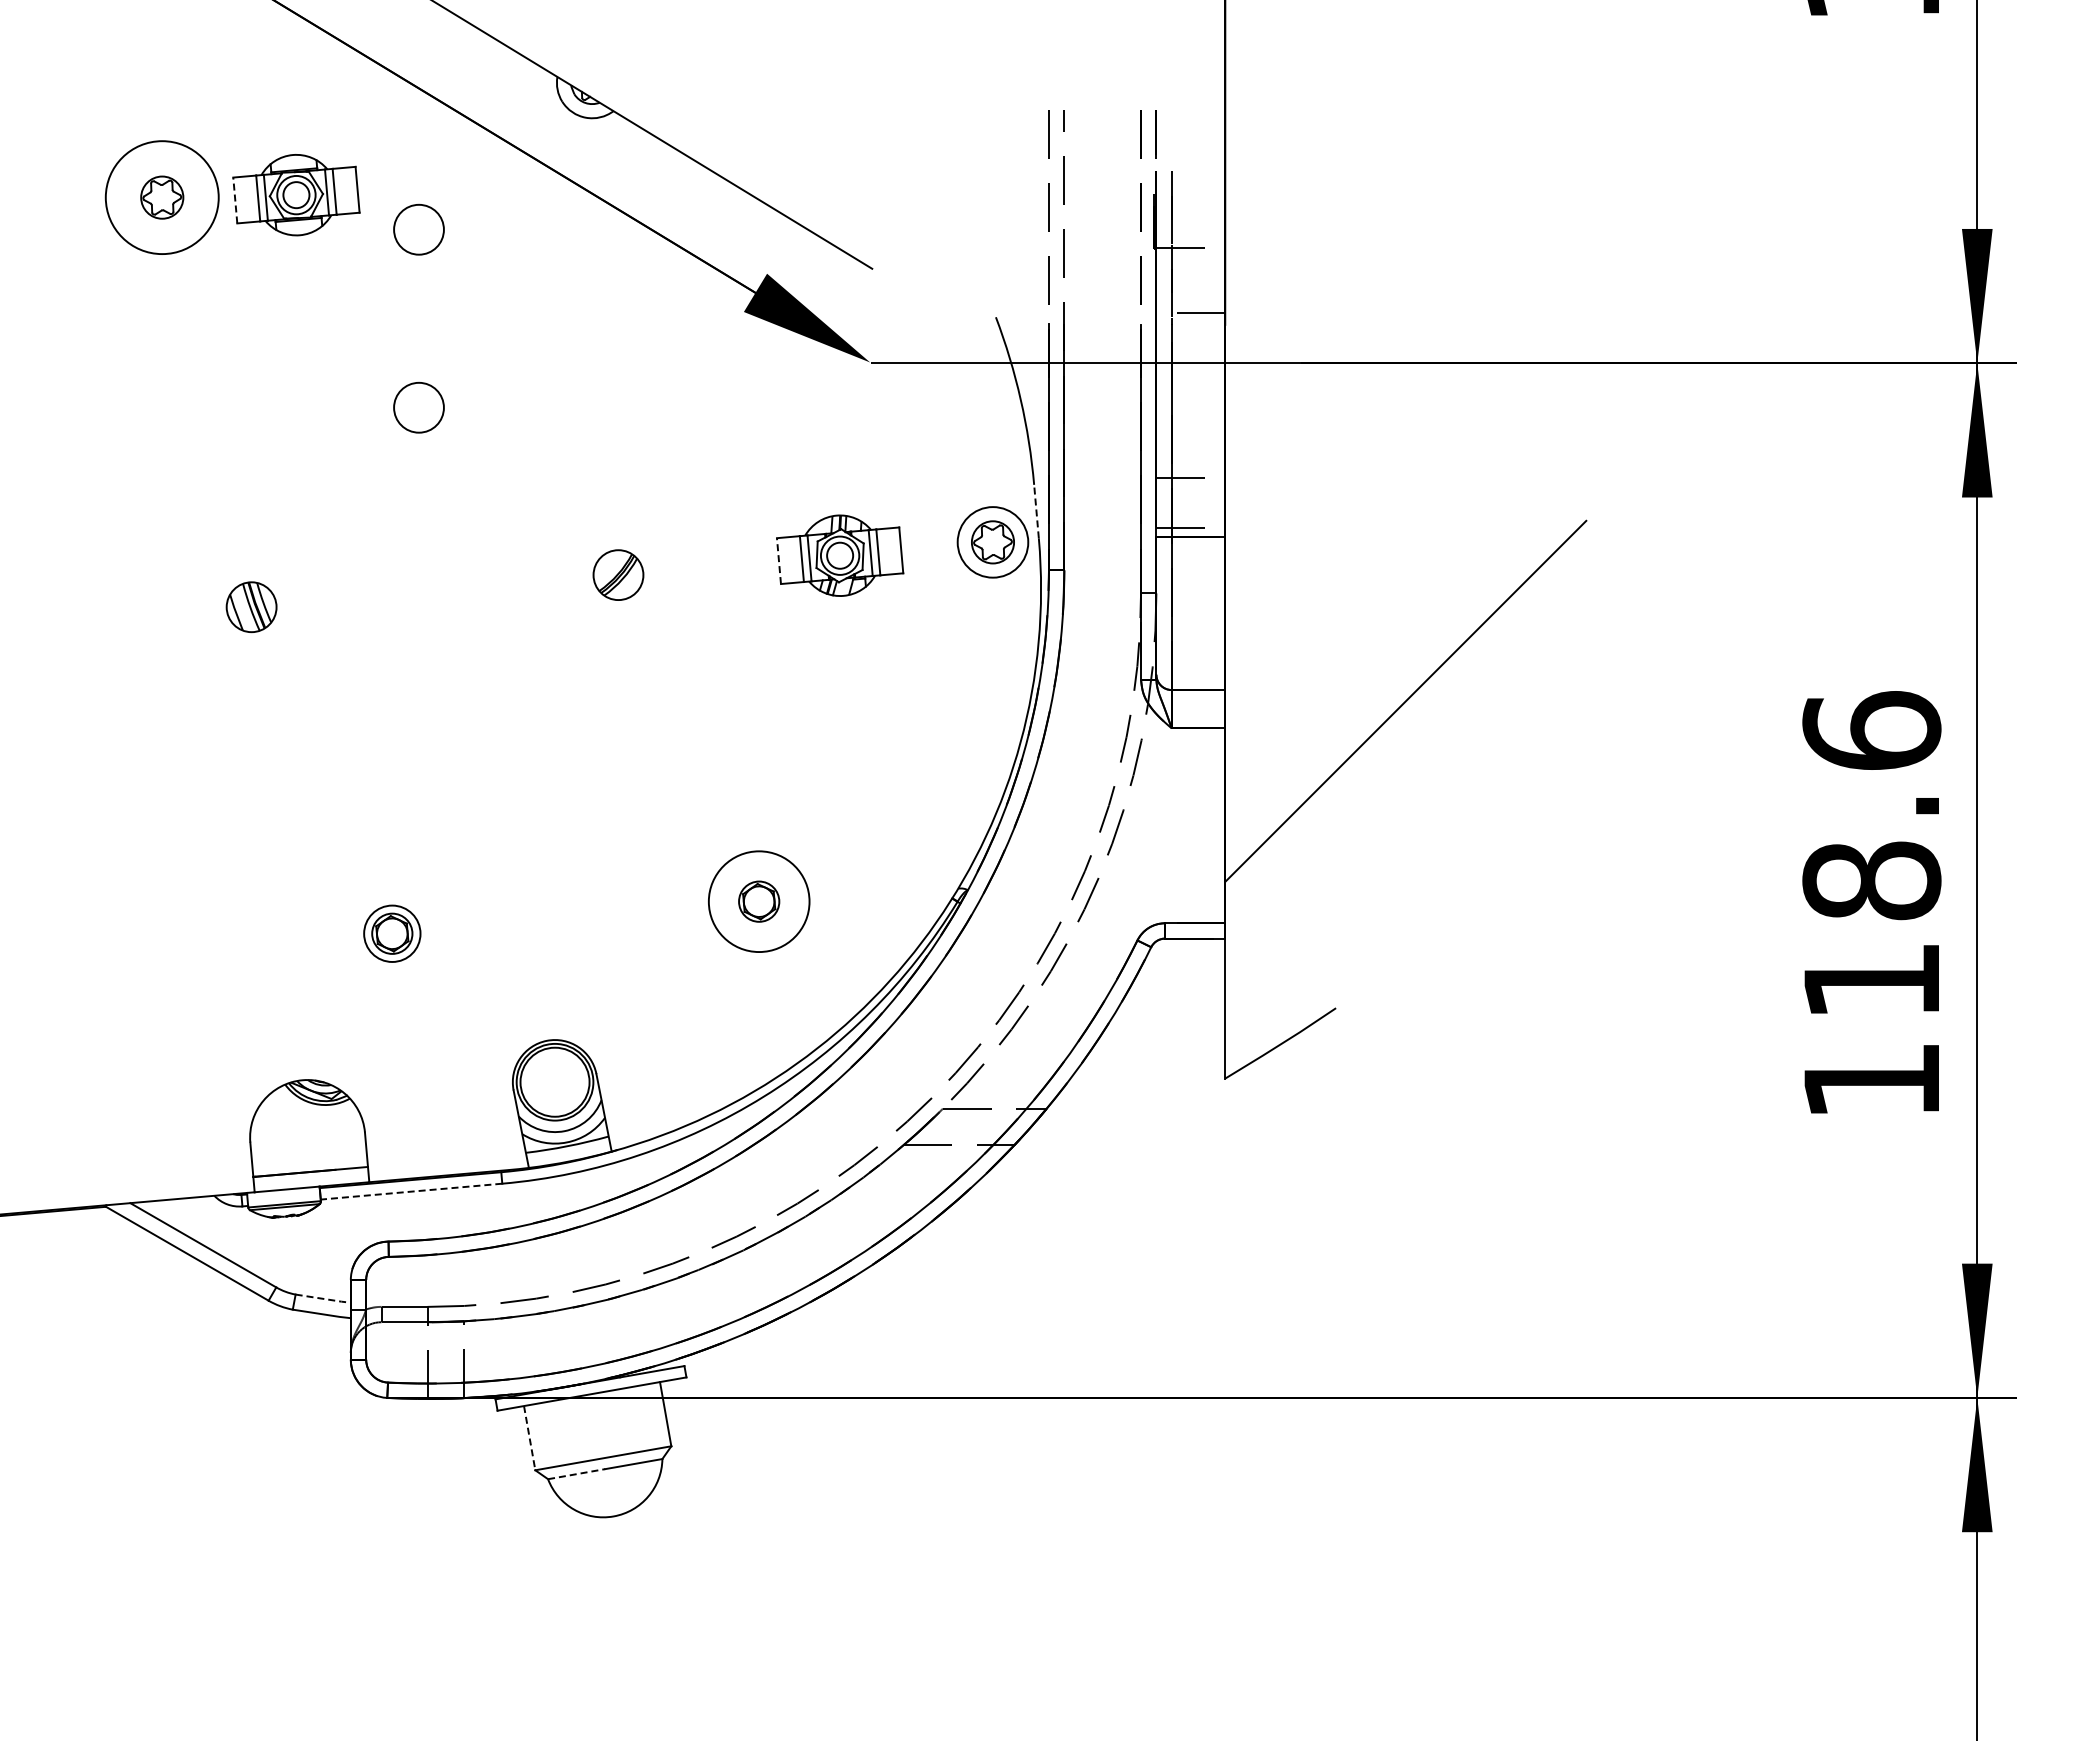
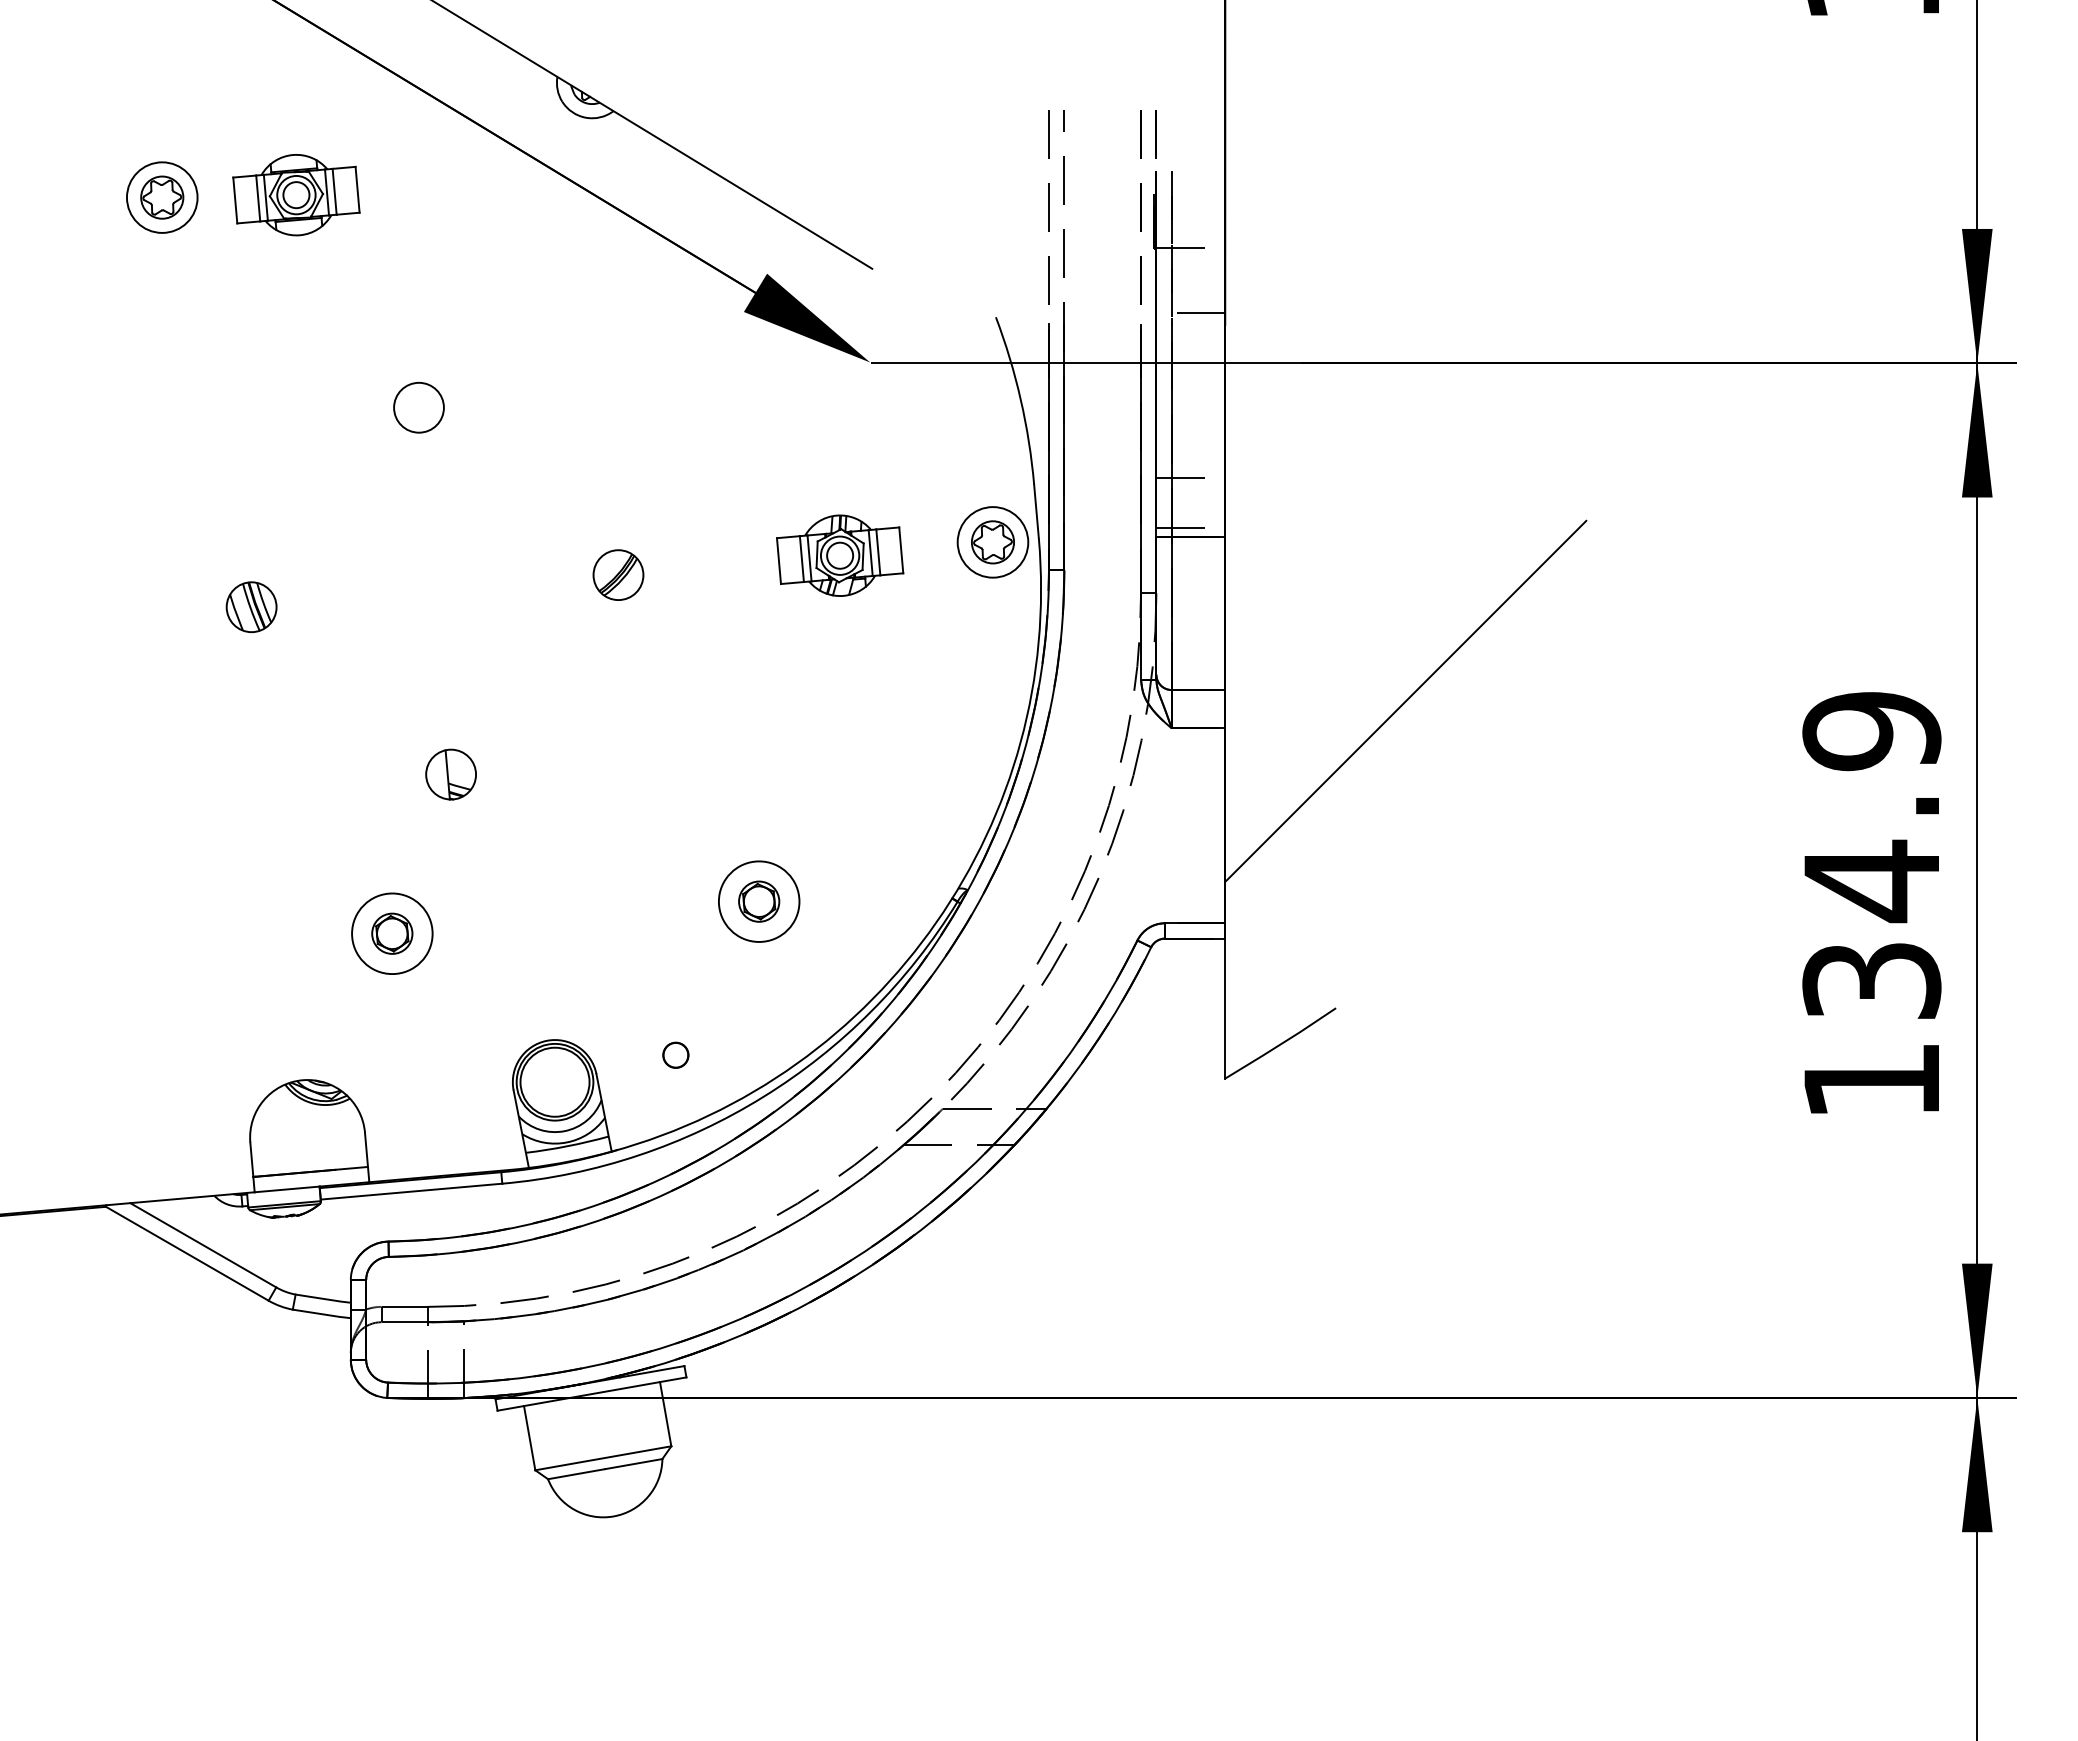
circle at (161, 197) diameter: 113 px -> 71 px
line at (235, 200): dashed -> solid
circle at (418, 229): present -> none
line at (1036, 511): dashed -> solid
line at (778, 560): dashed -> solid
part at (450, 774): none -> present
text at (1871, 854): 118.6 -> 134.9
circle at (758, 901) diameter: 101 px -> 81 px
circle at (392, 933) diameter: 56 px -> 81 px
circle at (675, 1054): none -> present
line at (411, 1191): dashed -> solid
line at (323, 1298): dashed -> solid
line at (529, 1438): dashed -> solid
line at (577, 1474): dashed -> solid
